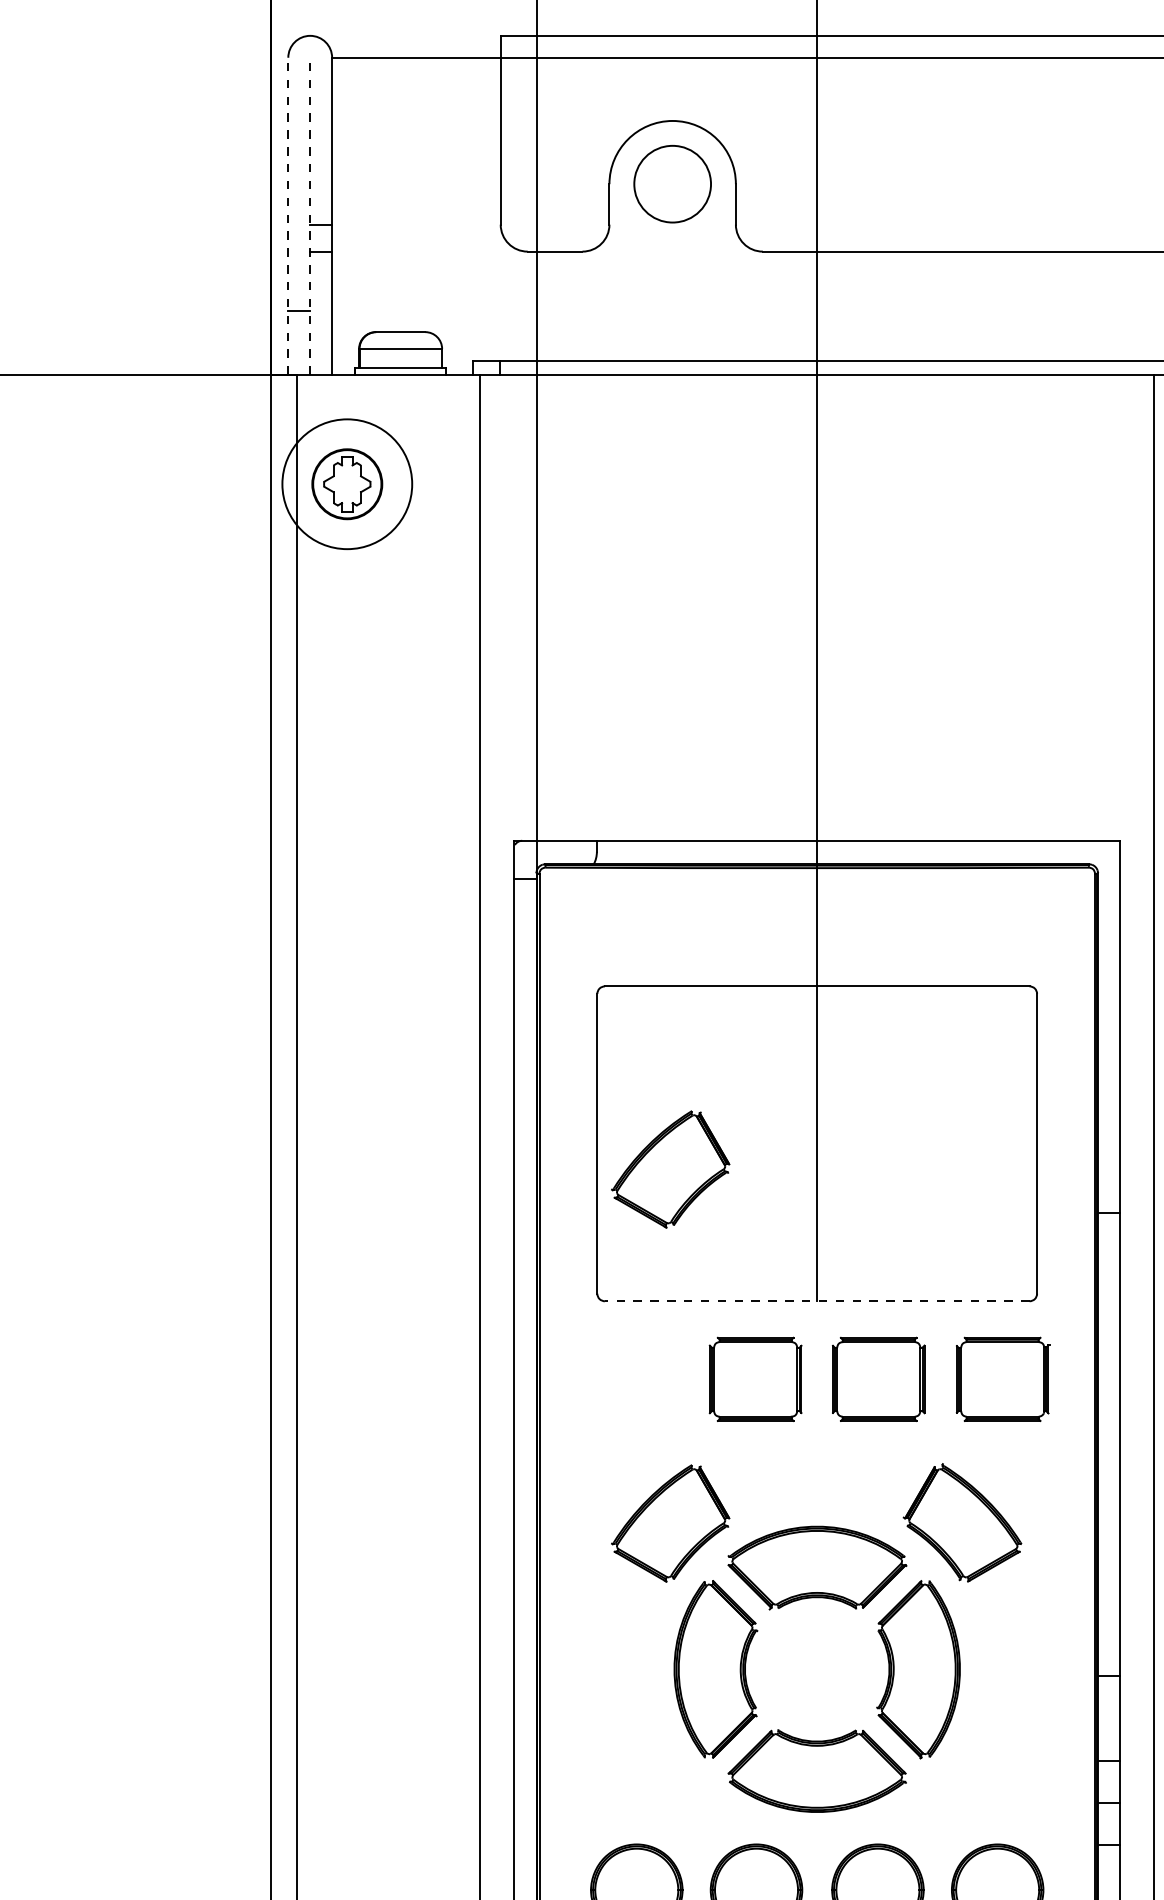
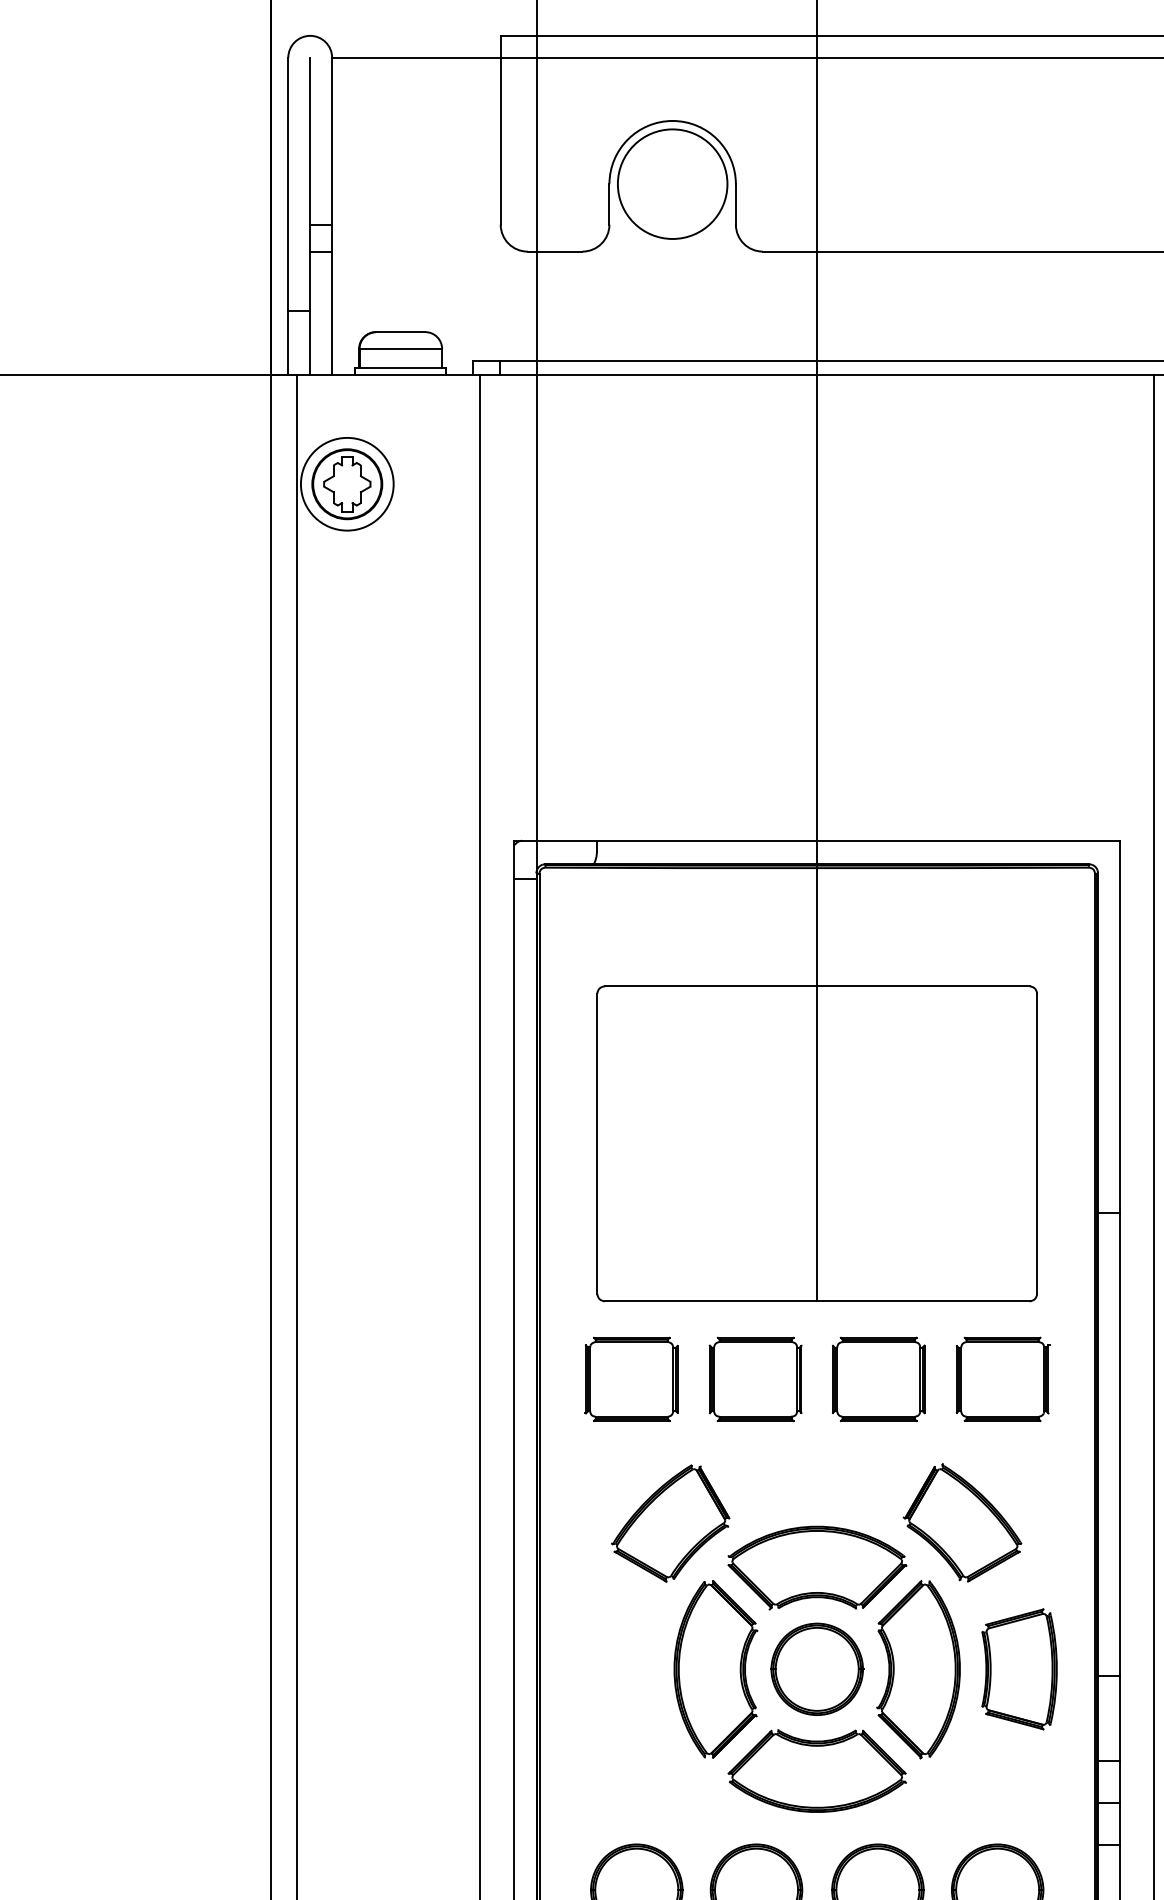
circle at (672, 183) diameter: 77 px -> 110 px
line at (288, 215): dashed -> solid
line at (310, 215): dashed -> solid
circle at (347, 484) diameter: 130 px -> 93 px
part at (670, 1169): present -> none
line at (816, 1301): dashed -> solid
part at (631, 1378): none -> present
part at (817, 1668): none -> present
part at (1019, 1669): none -> present
